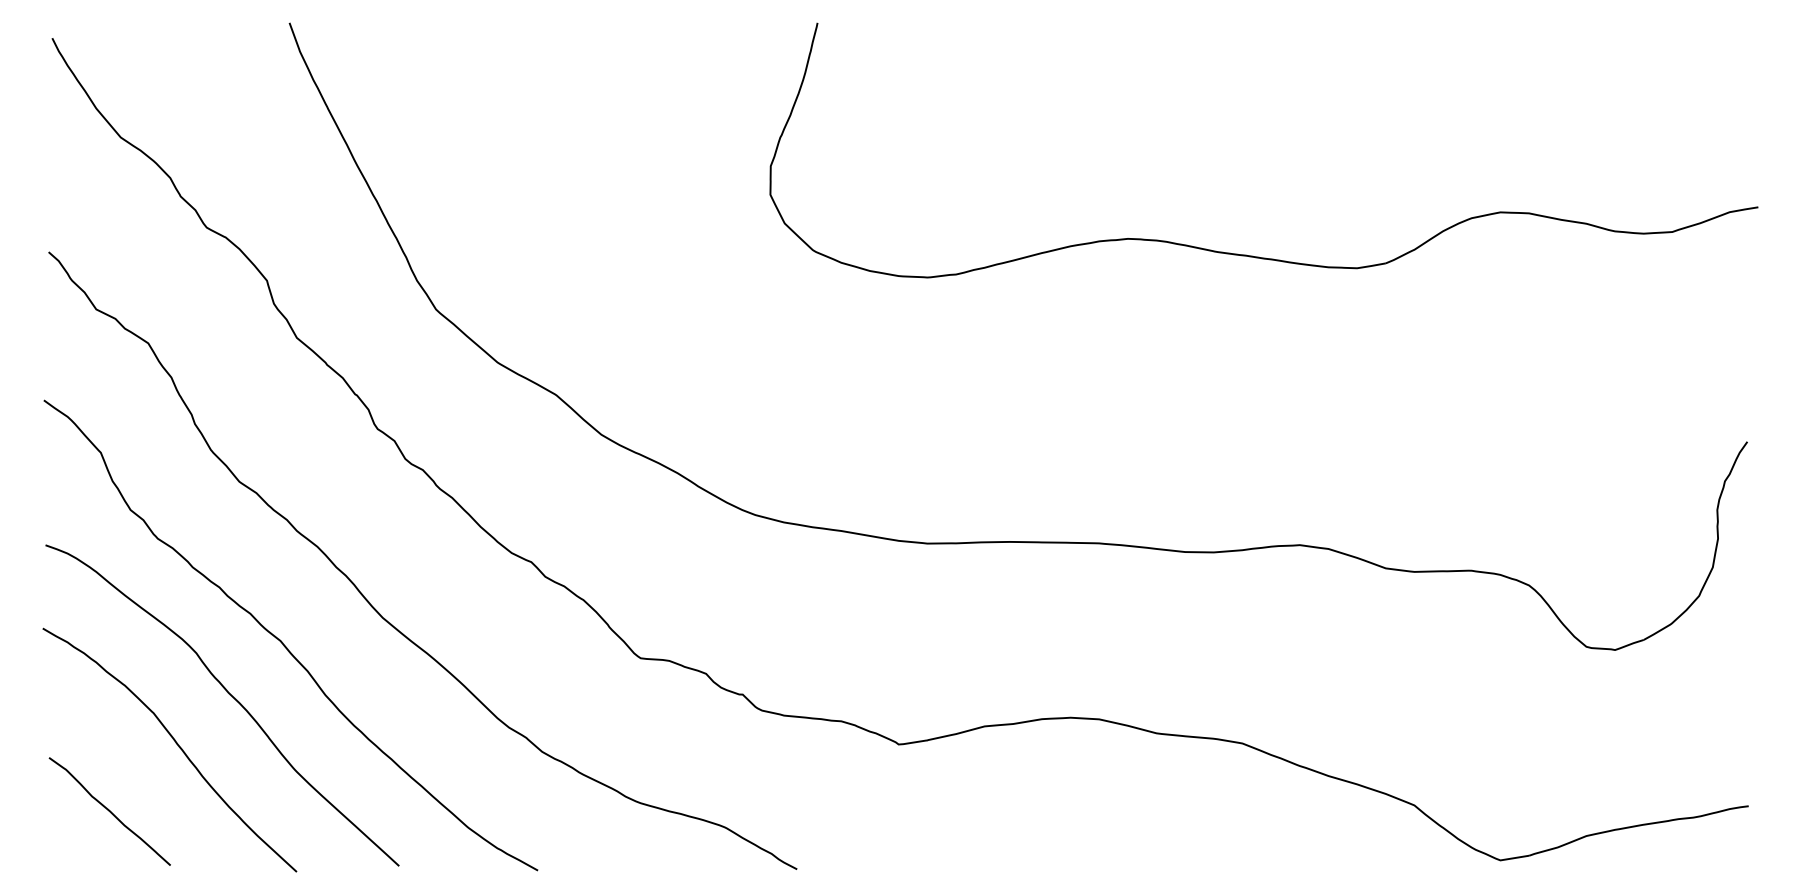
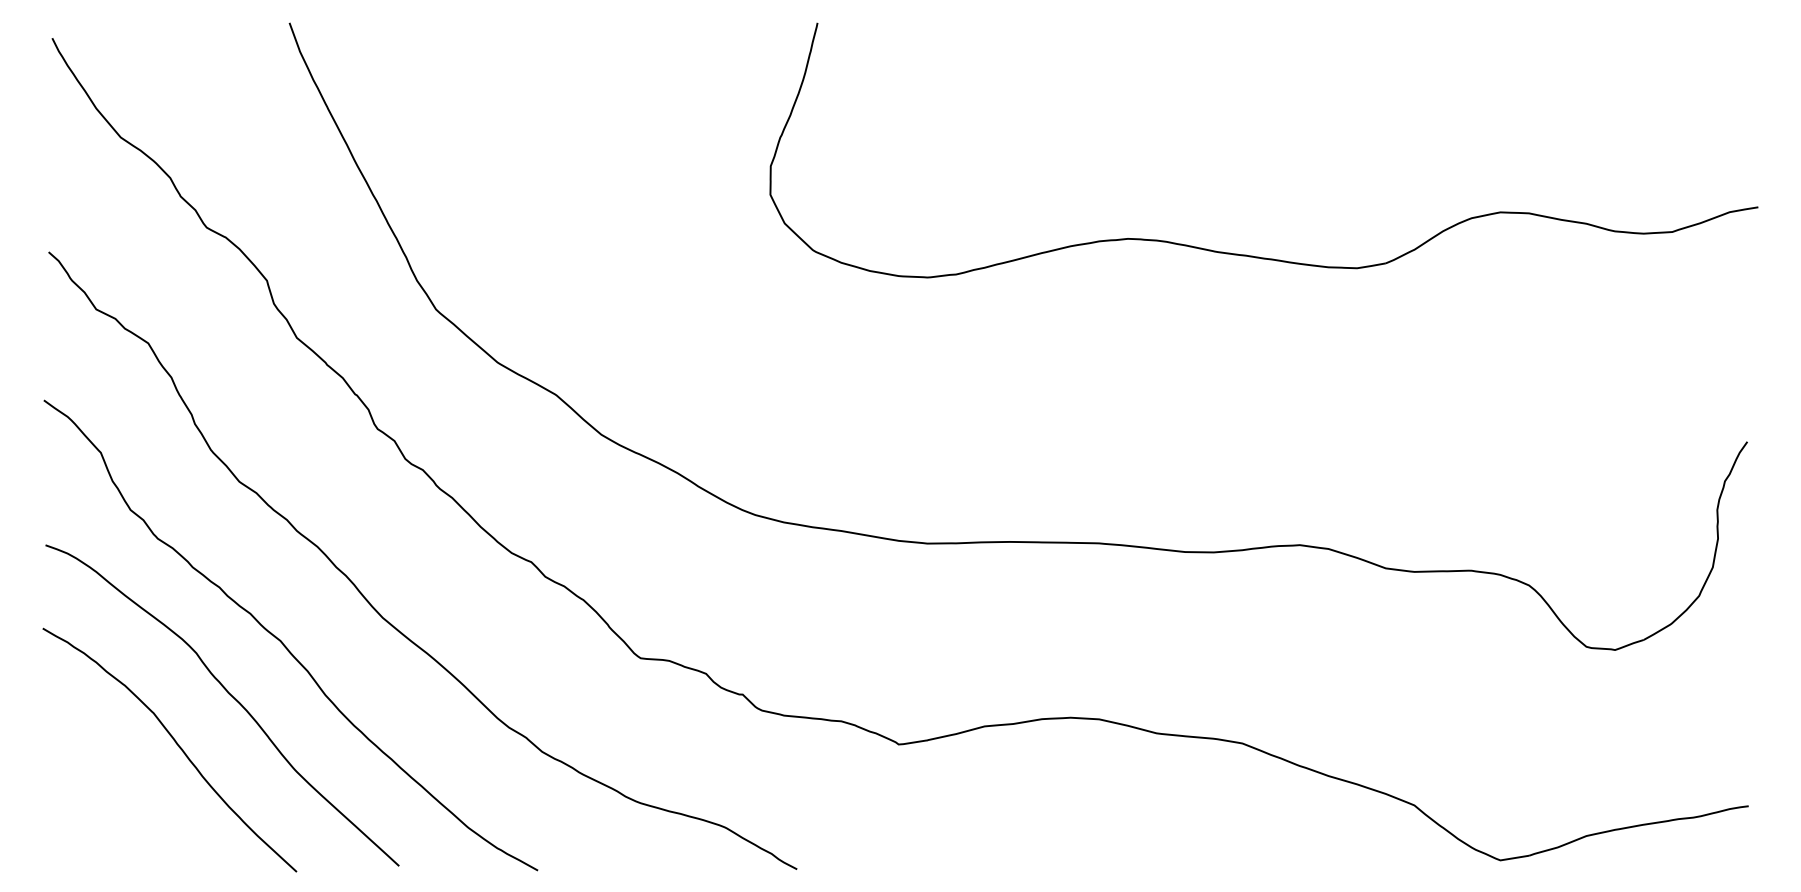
curve at (109, 811): present -> none
